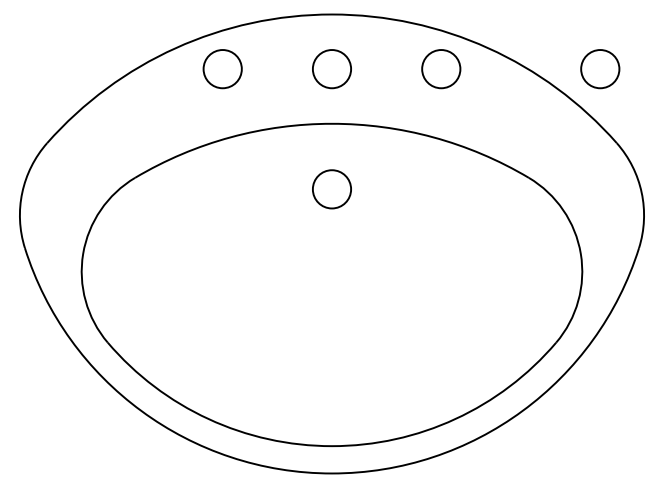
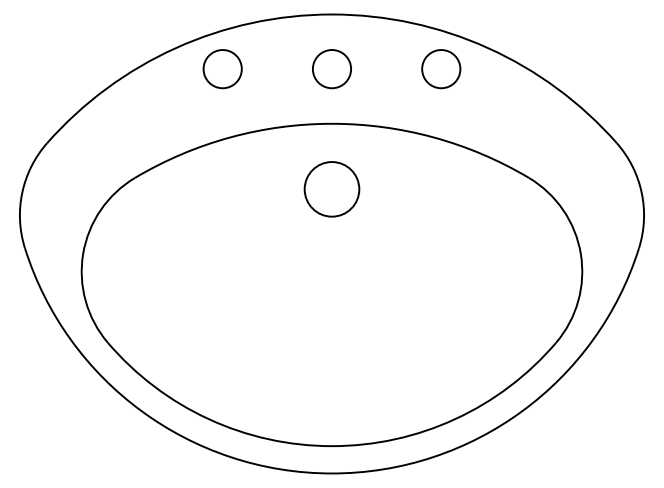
circle at (600, 69): present -> none
circle at (331, 189) diameter: 38 px -> 55 px
